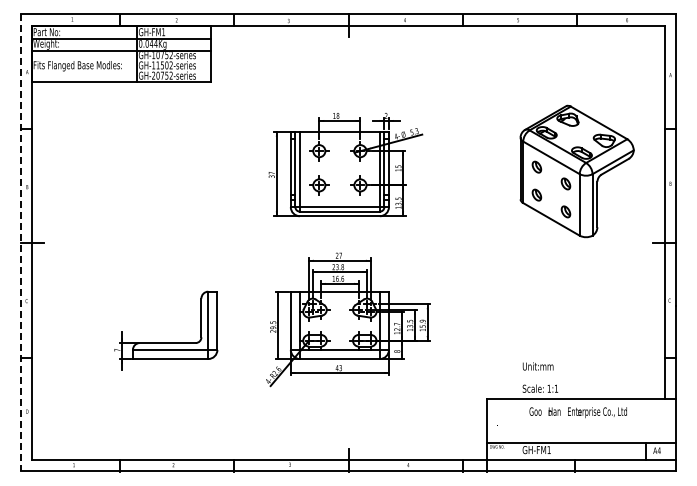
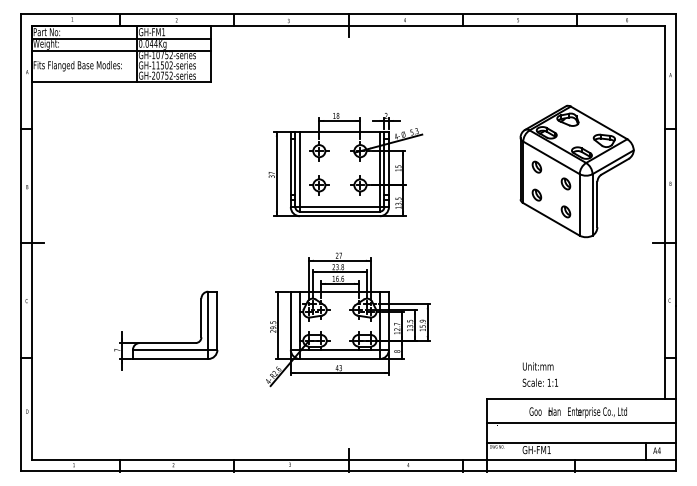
line at (20, 243): dashed -> solid
text at (540, 388) position: (540, 388) -> (540, 382)
line at (581, 423): none -> present
